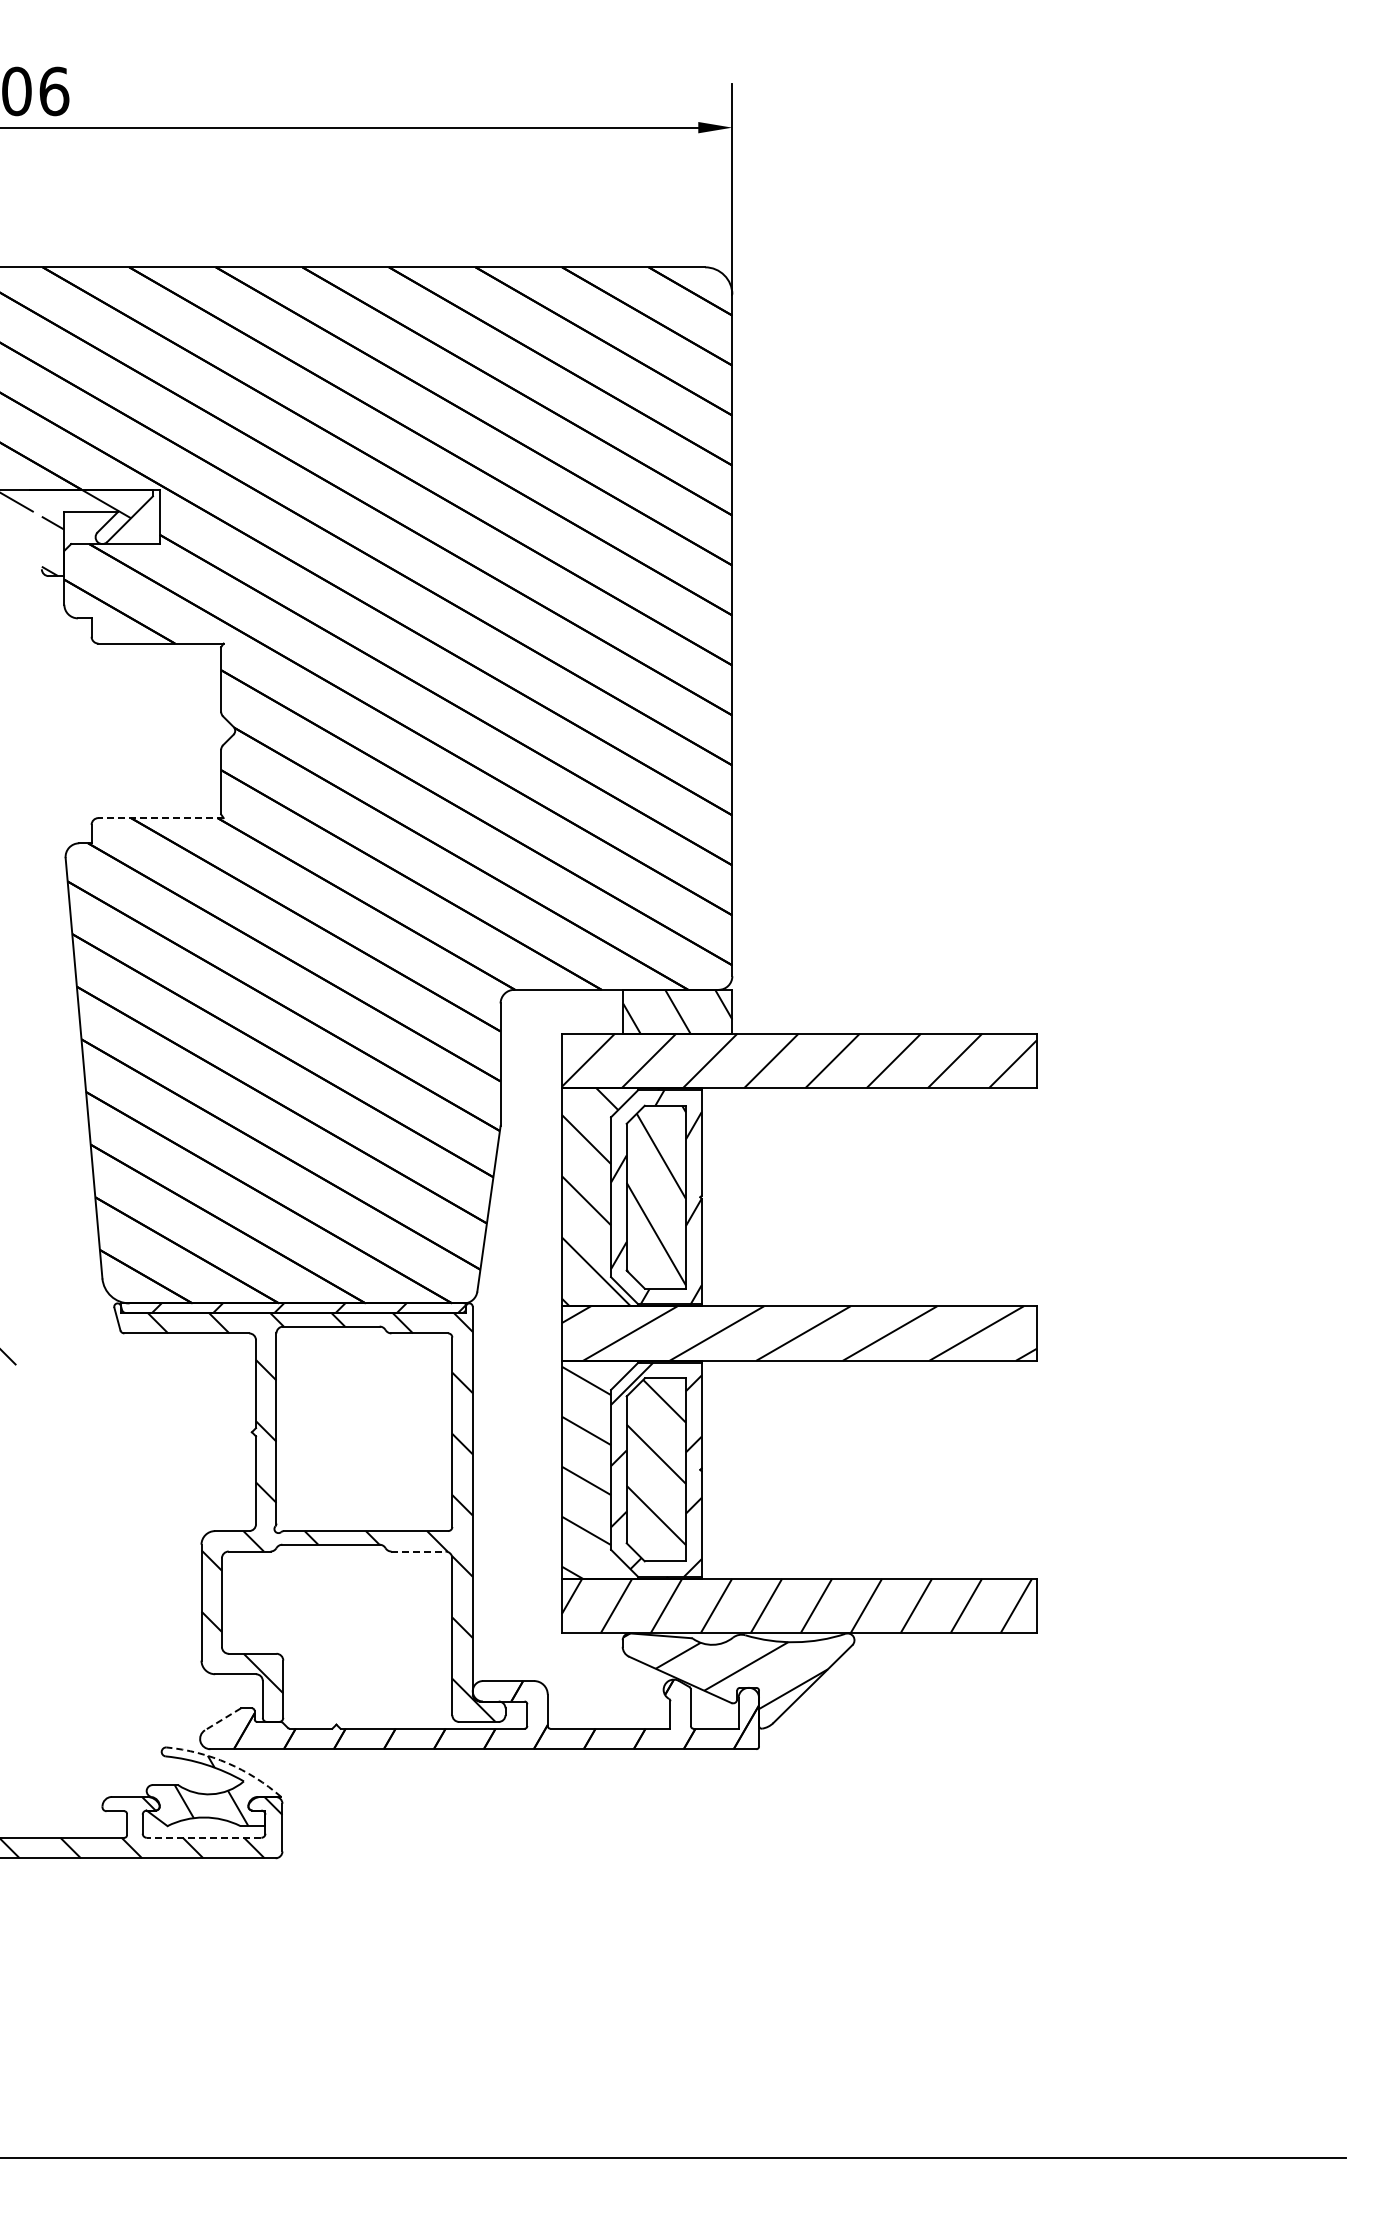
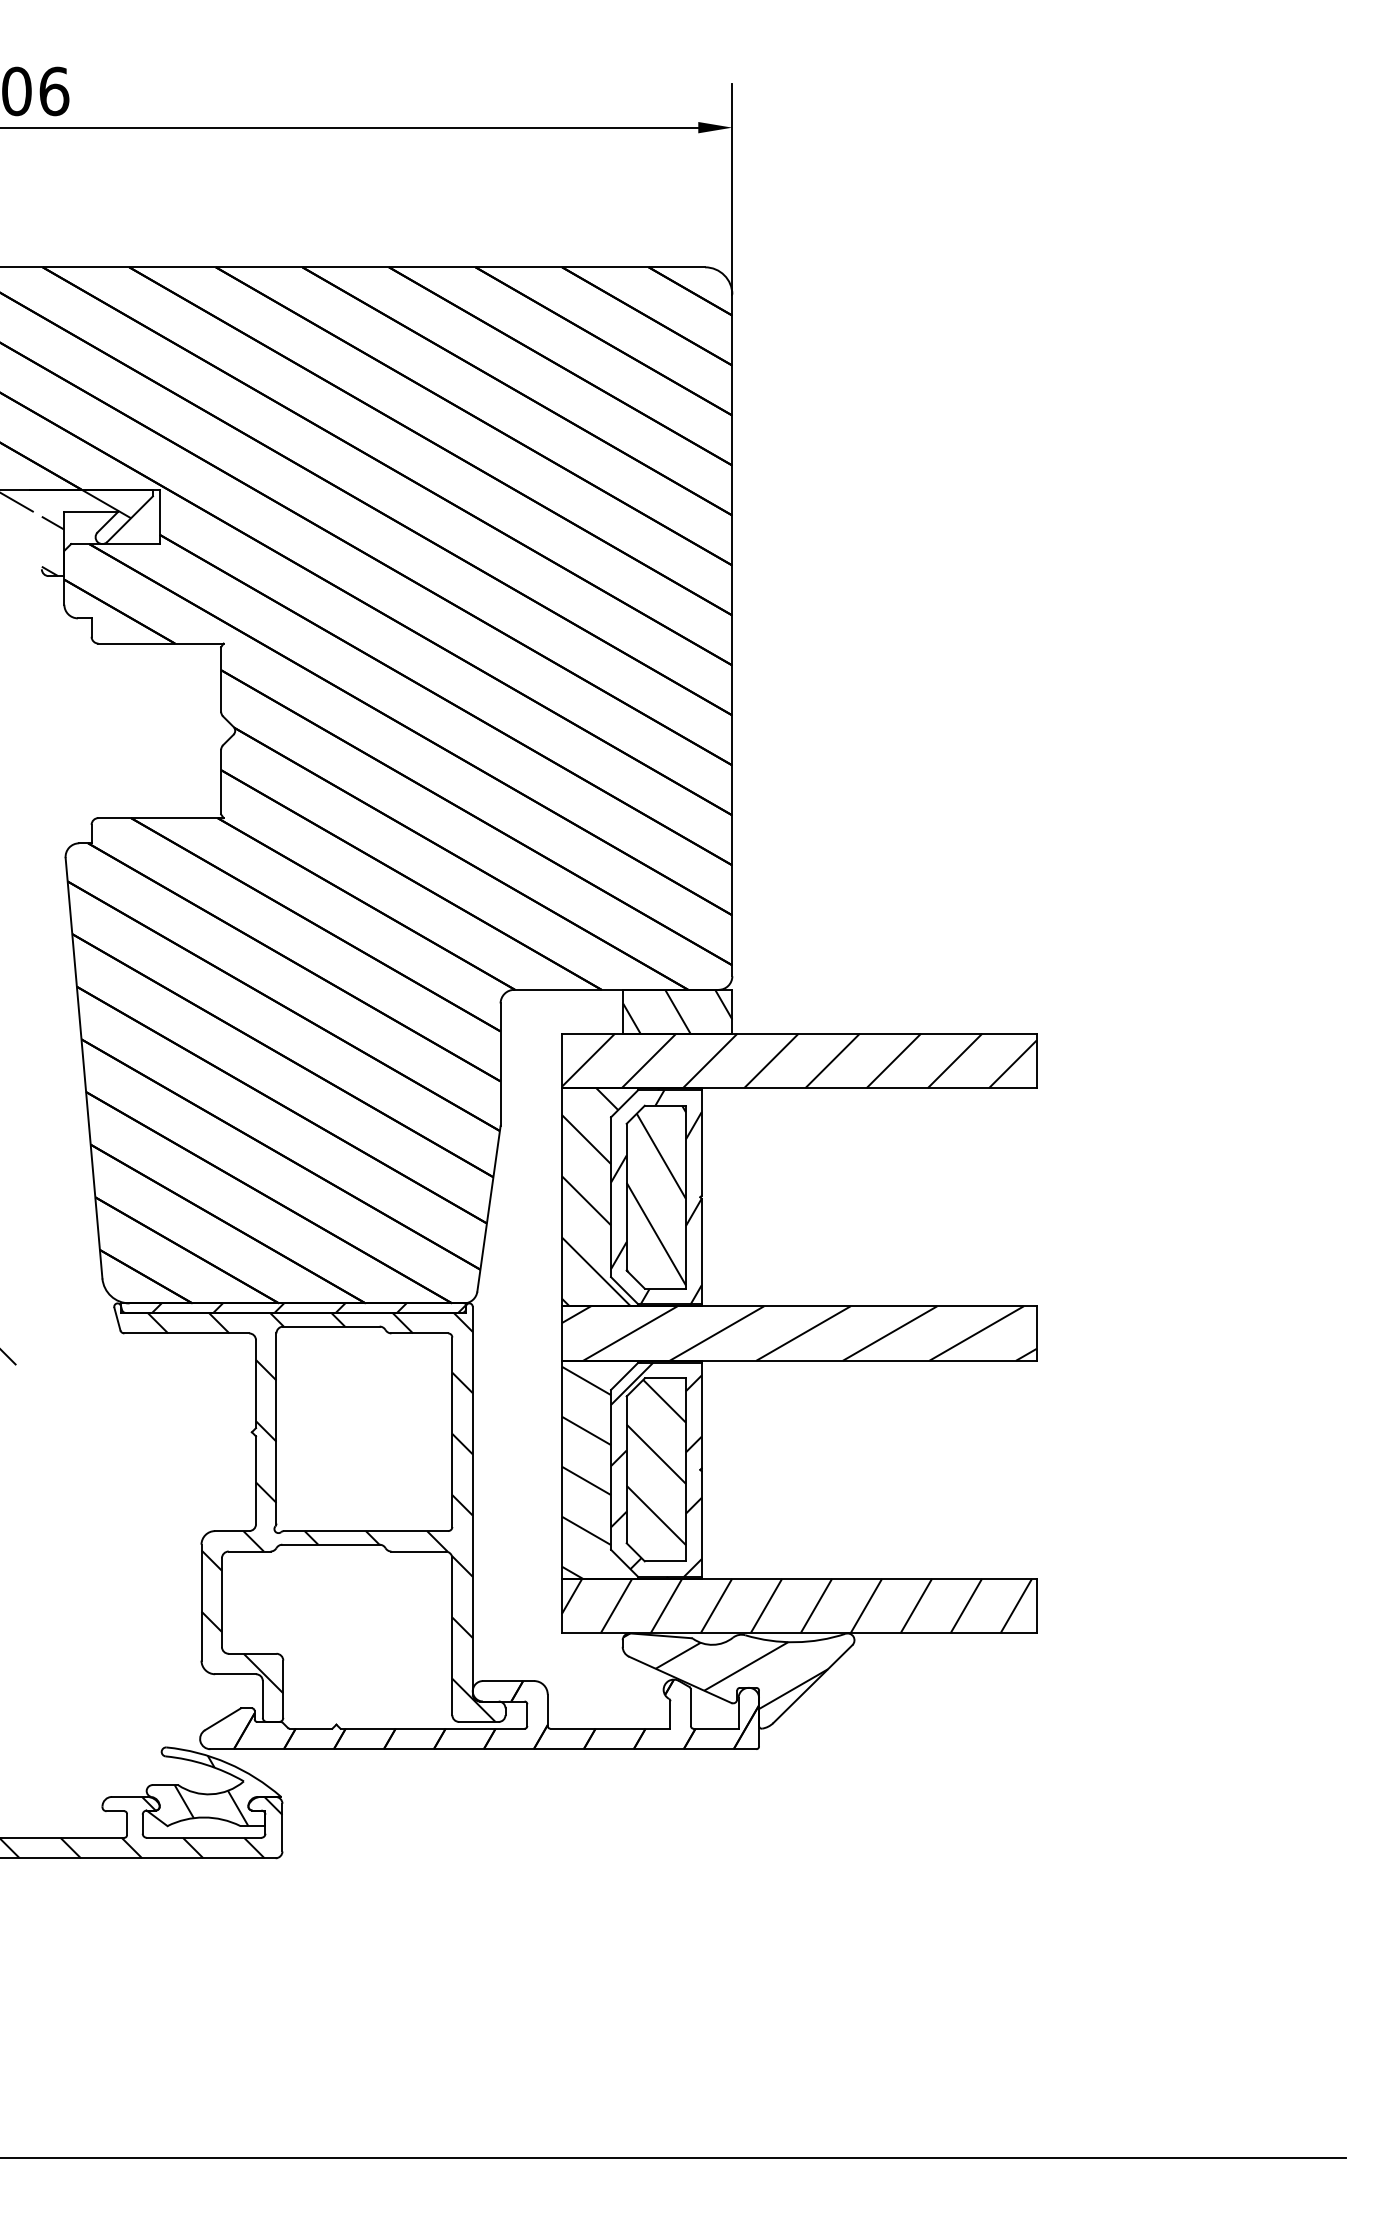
line at (161, 818): dashed -> solid
line at (418, 1551): dashed -> solid
line at (222, 1719): dashed -> solid
arc at (227, 1763): dashed -> solid
line at (203, 1837): dashed -> solid
